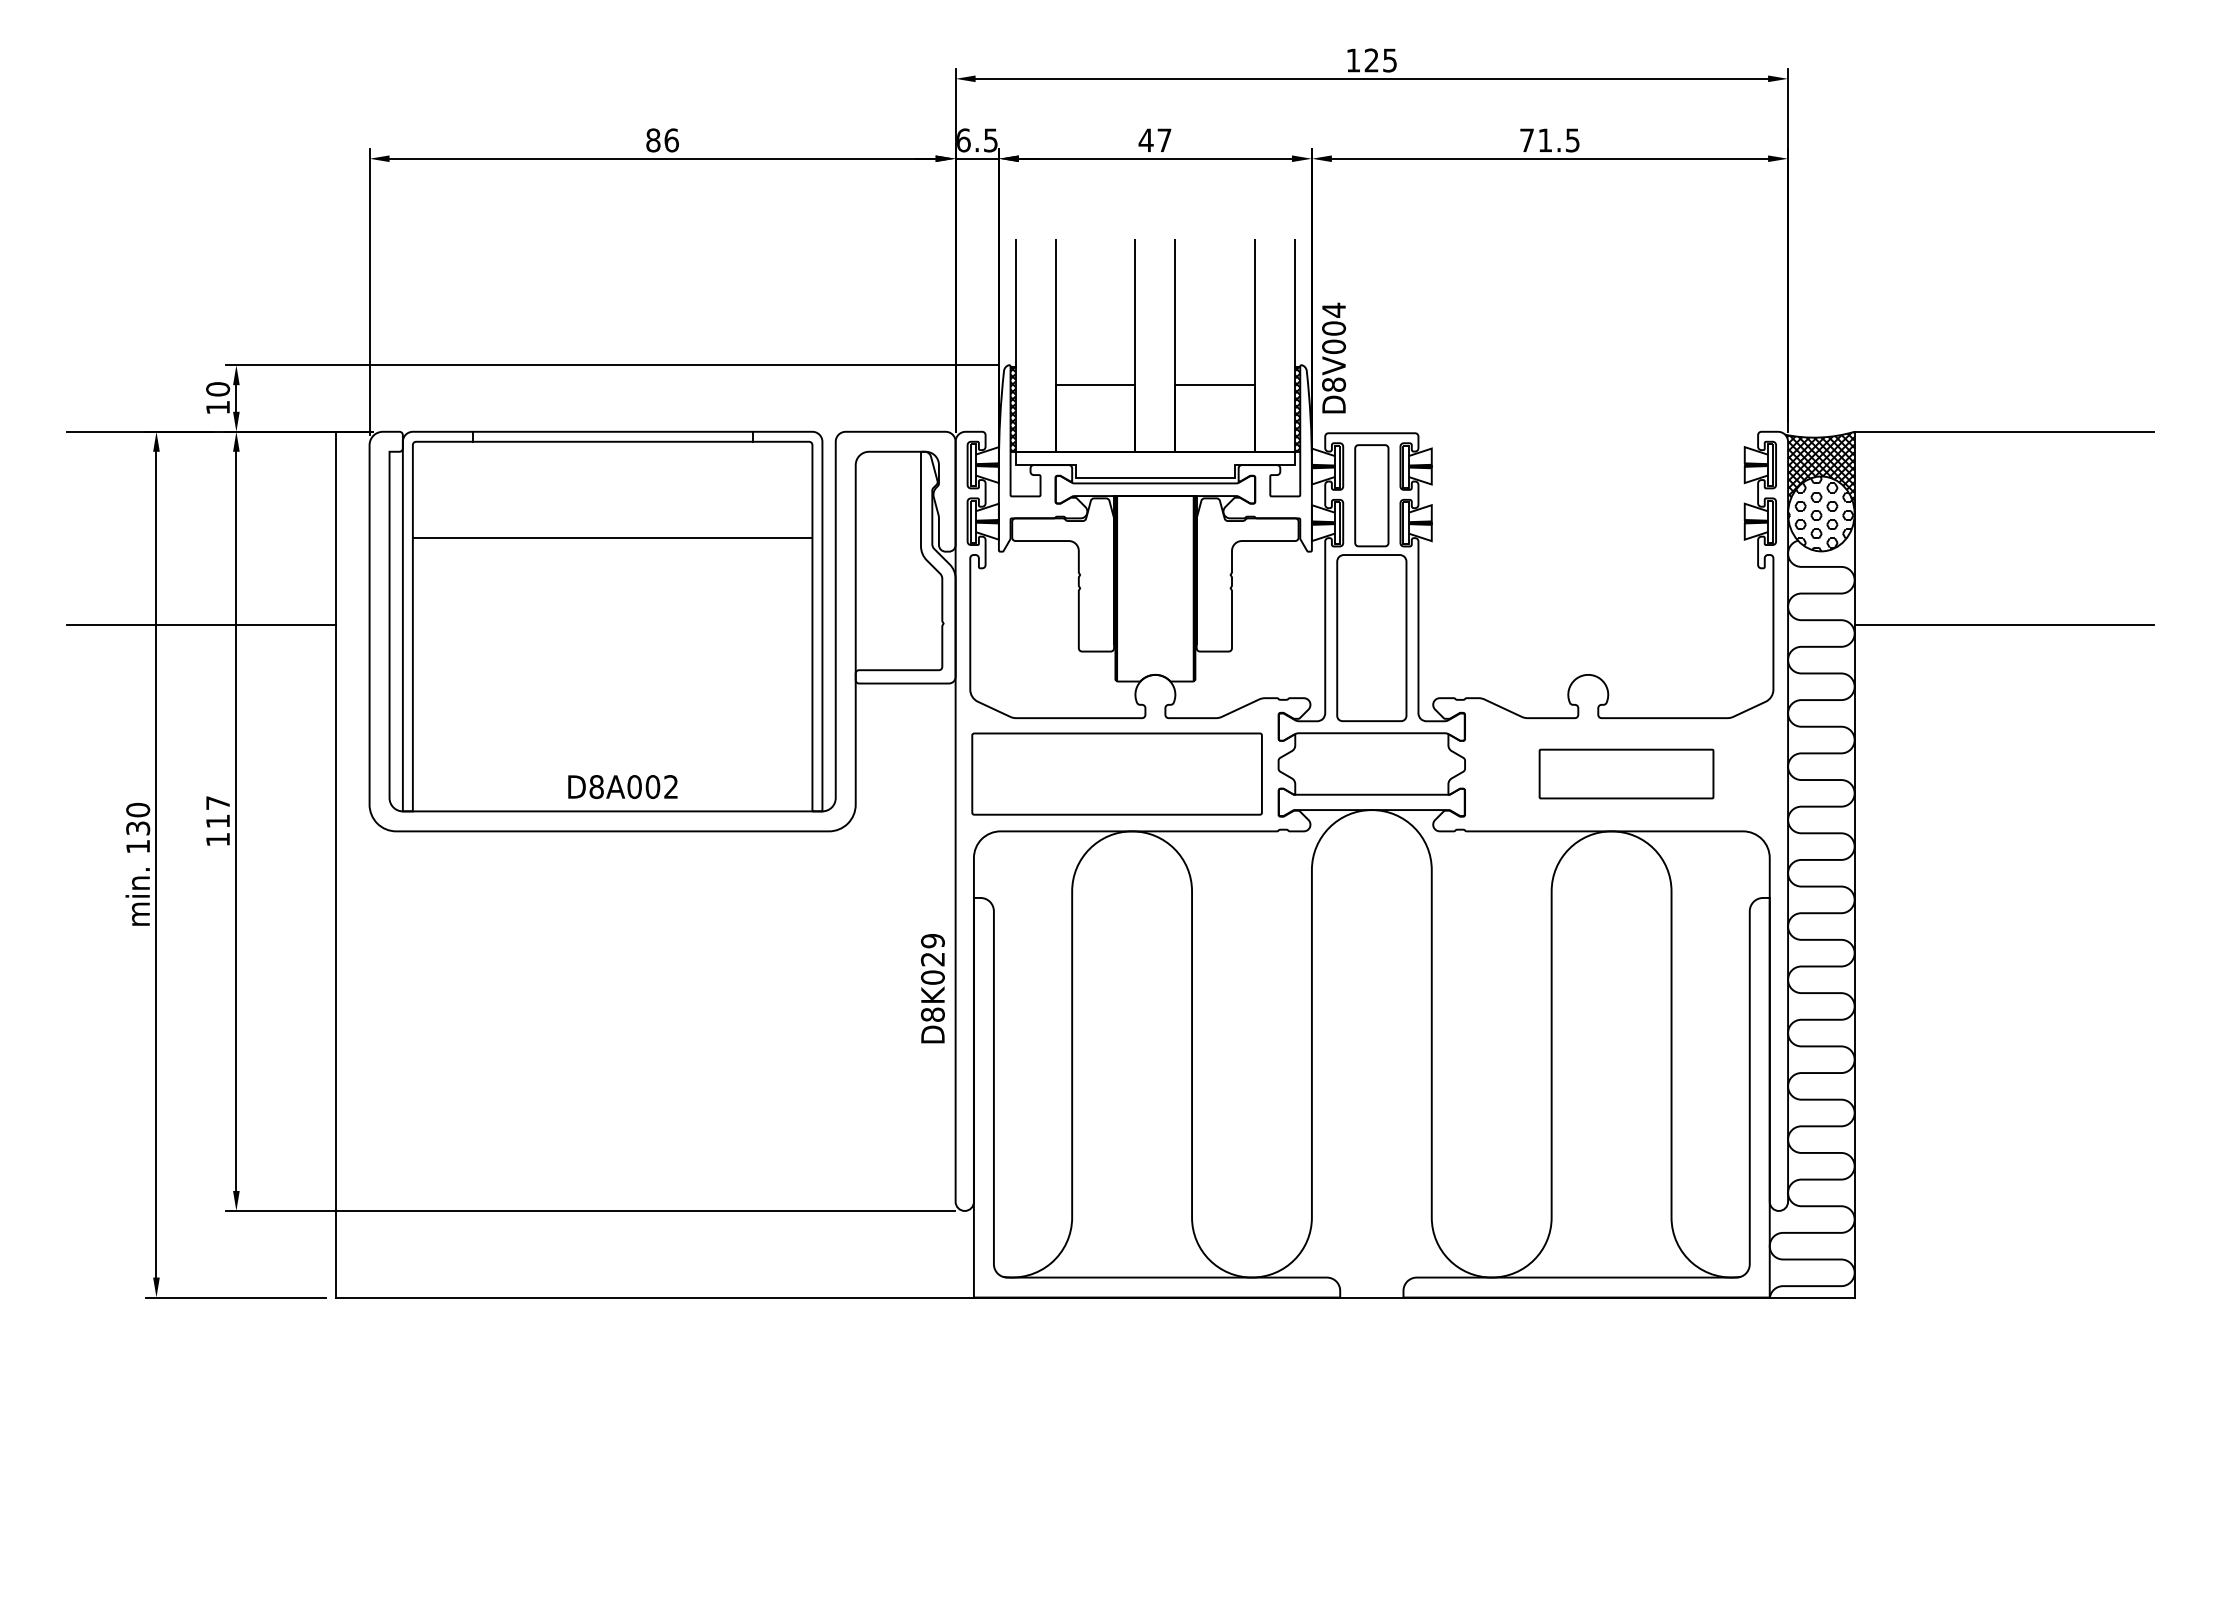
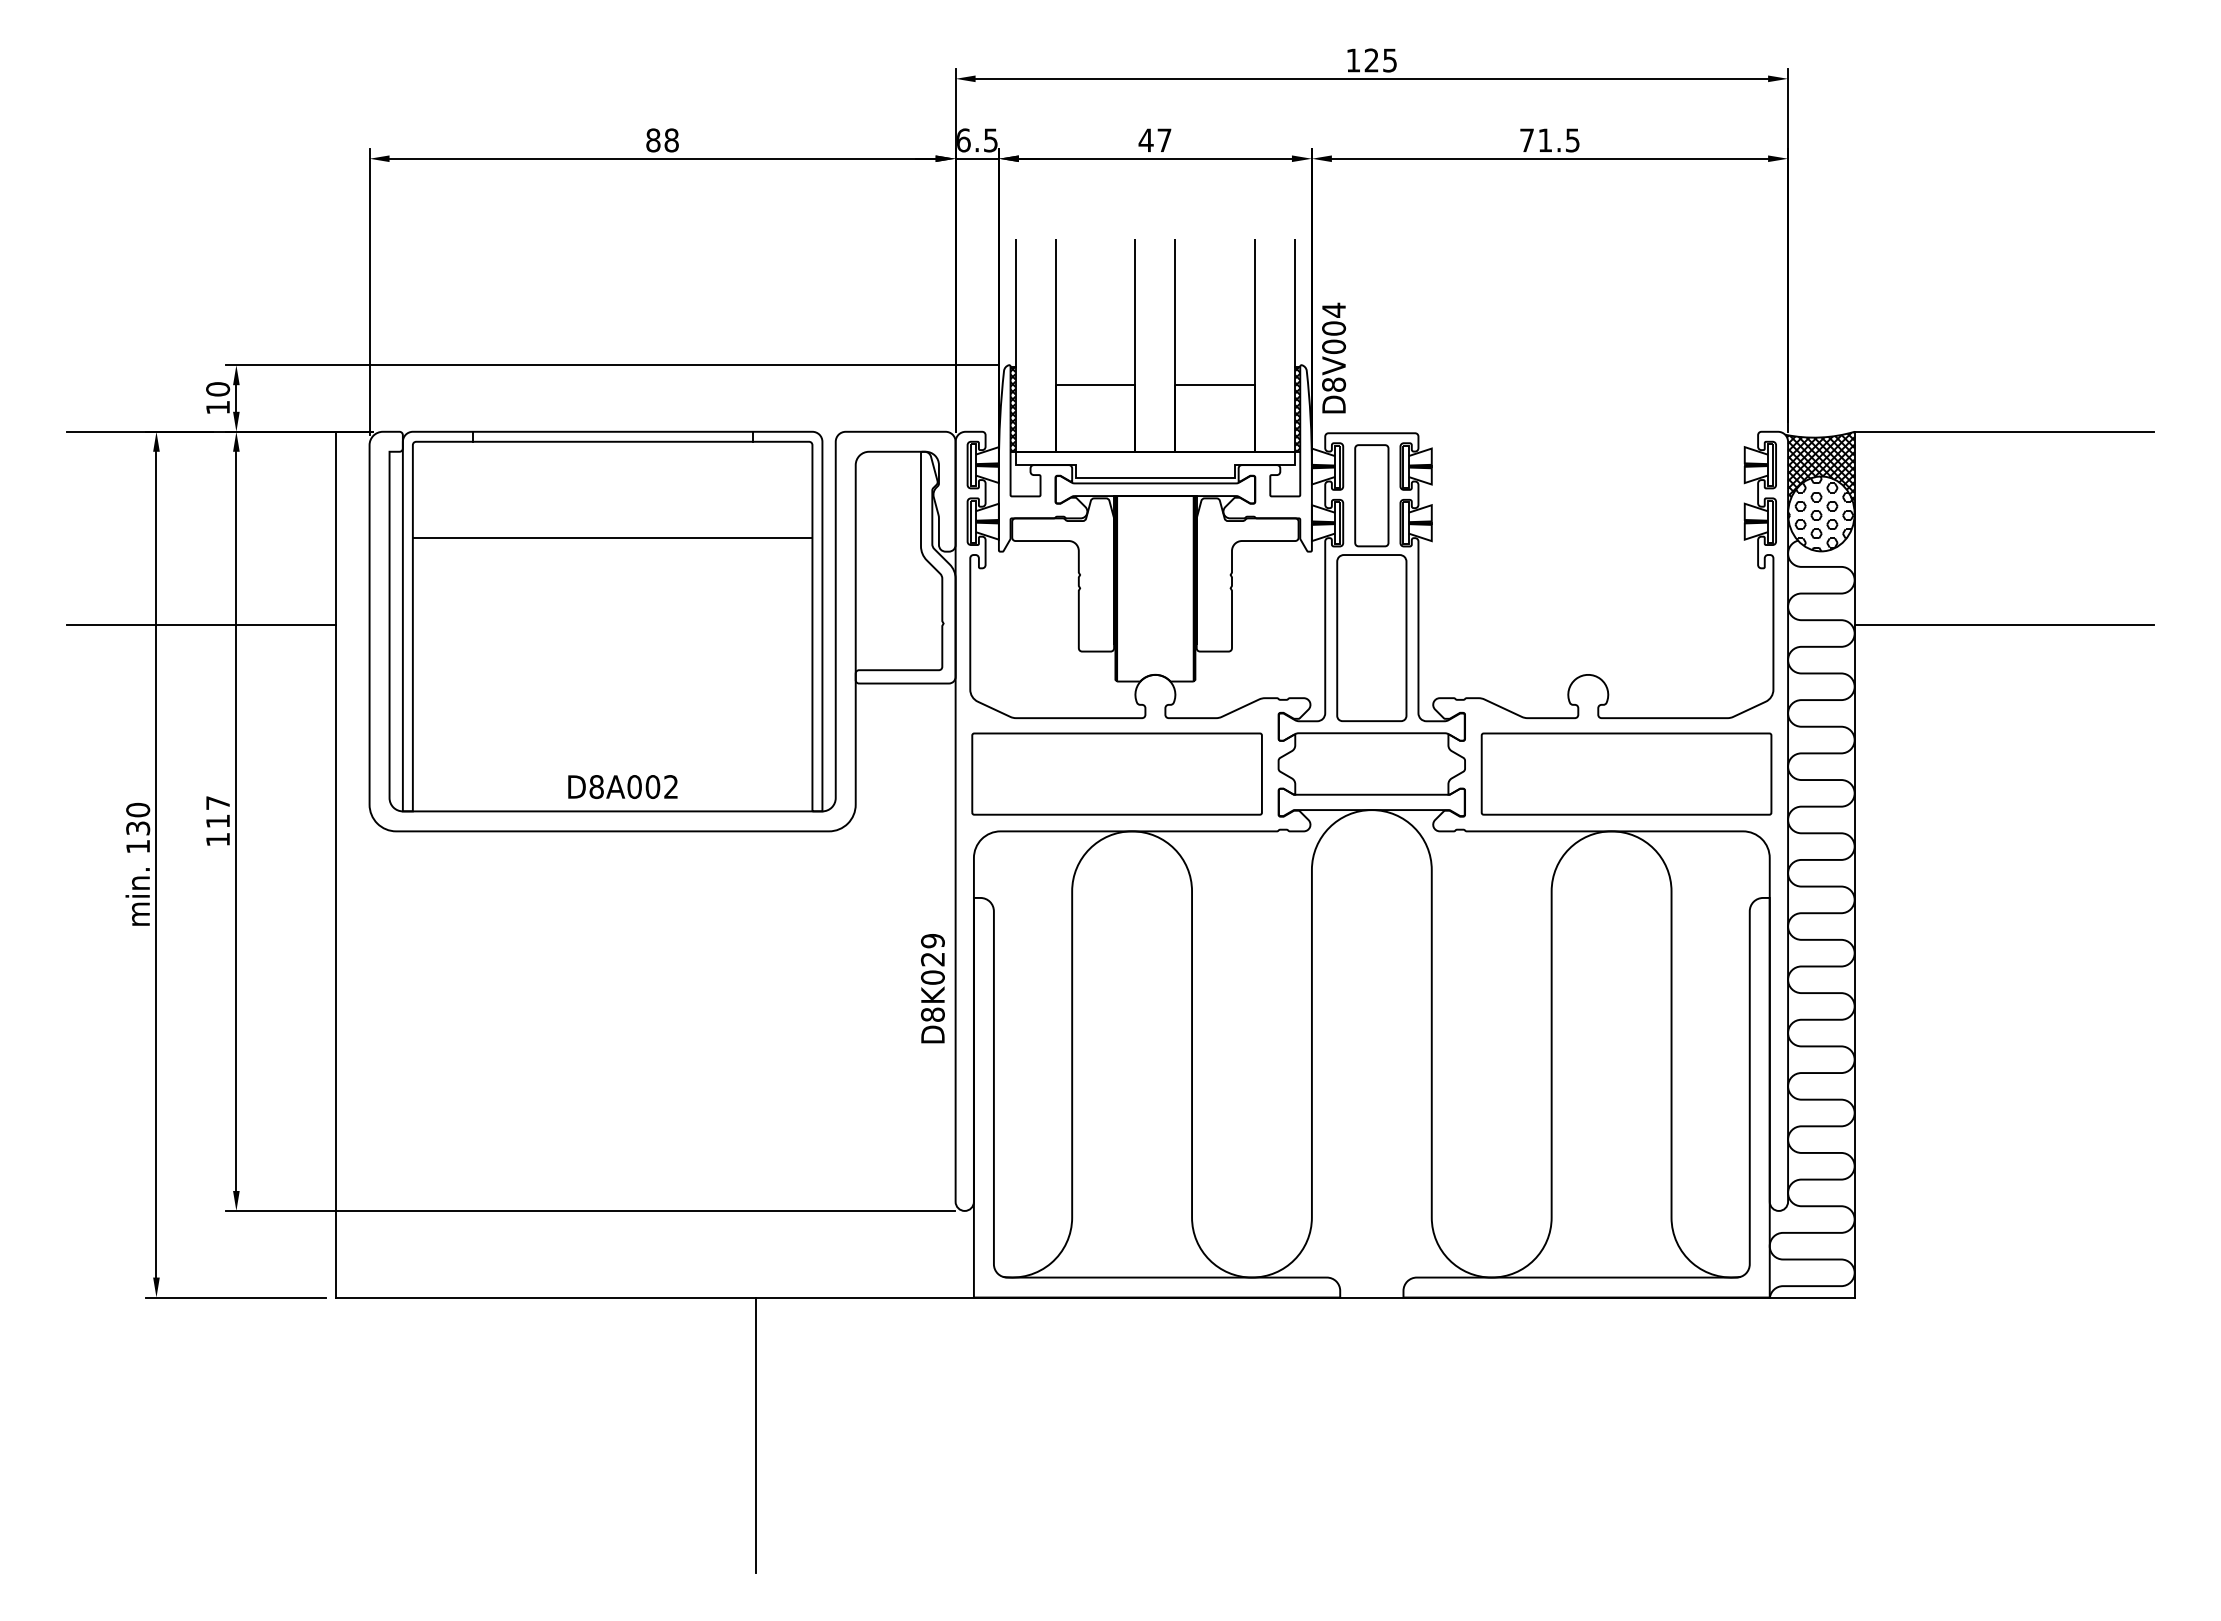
text at (671, 140): 86 -> 88
part at (1626, 773) size: 177x52 px -> 293x84 px
line at (755, 1434): none -> present
